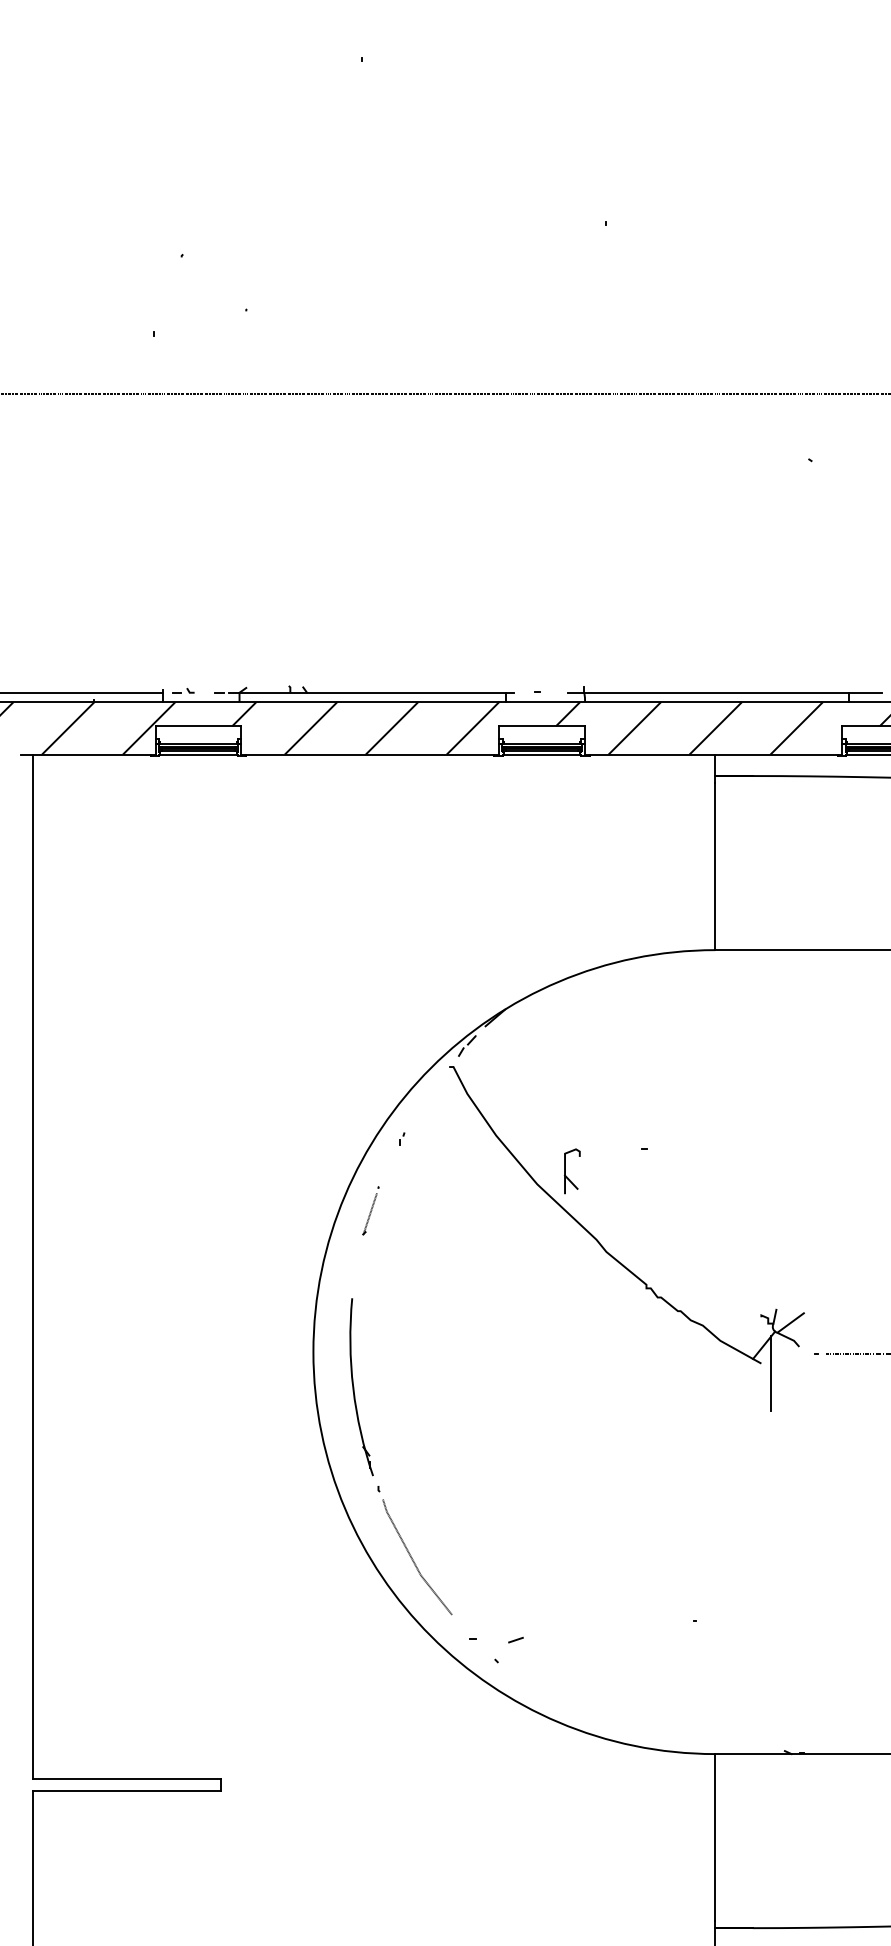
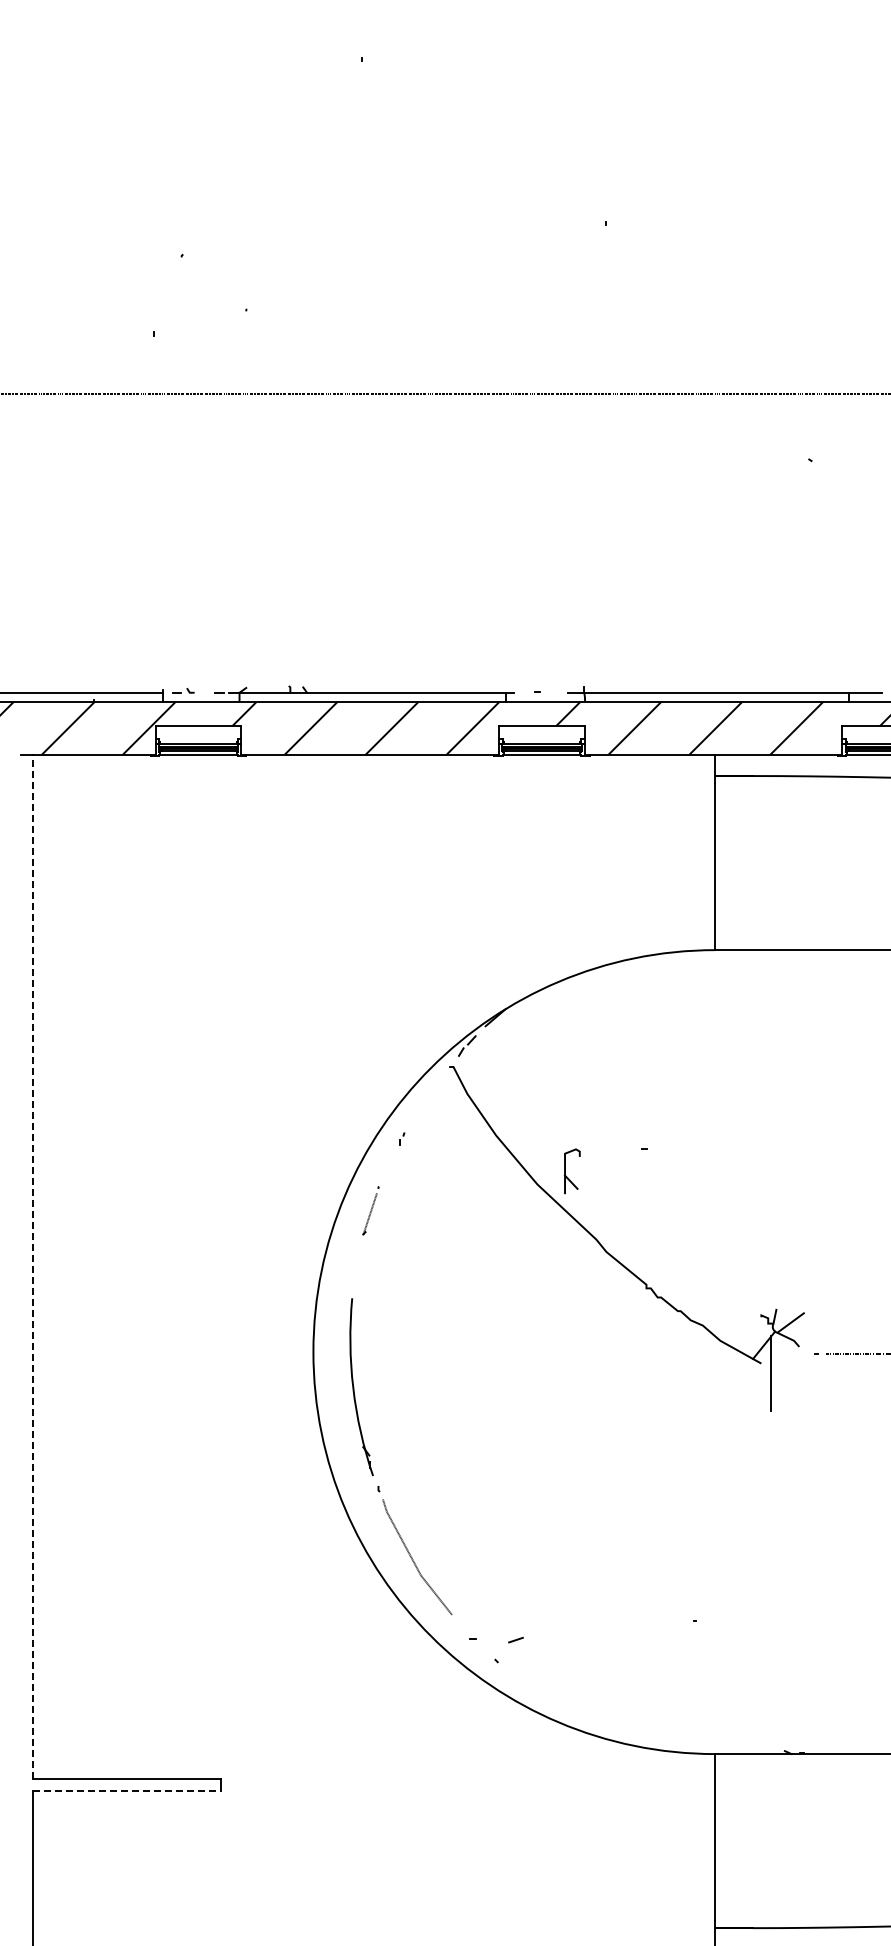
line at (32, 1266): solid -> dashed
line at (127, 1791): solid -> dashed
